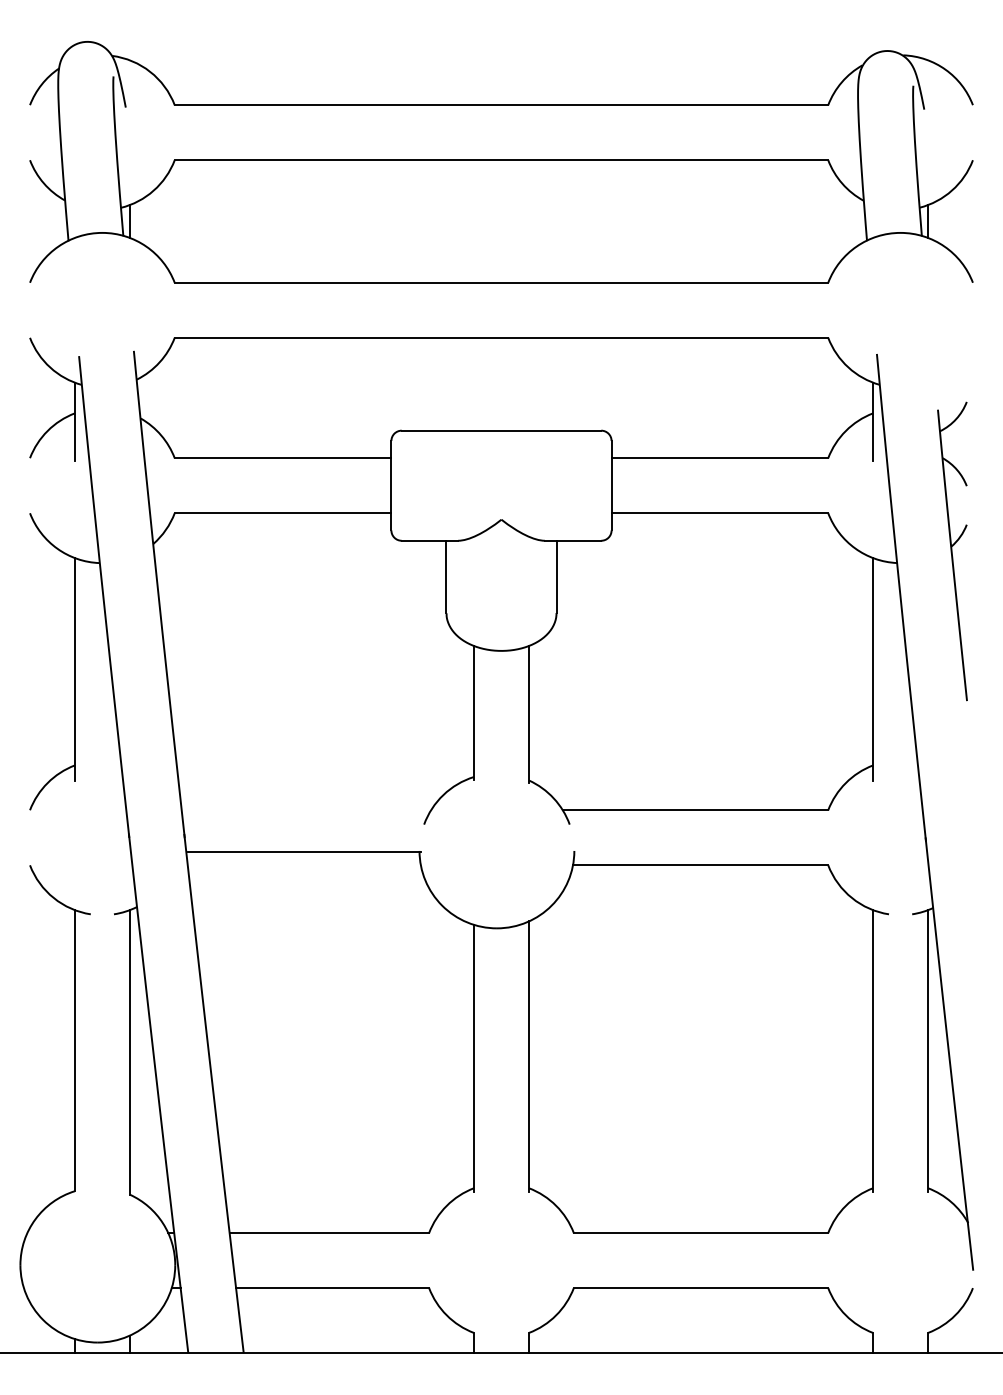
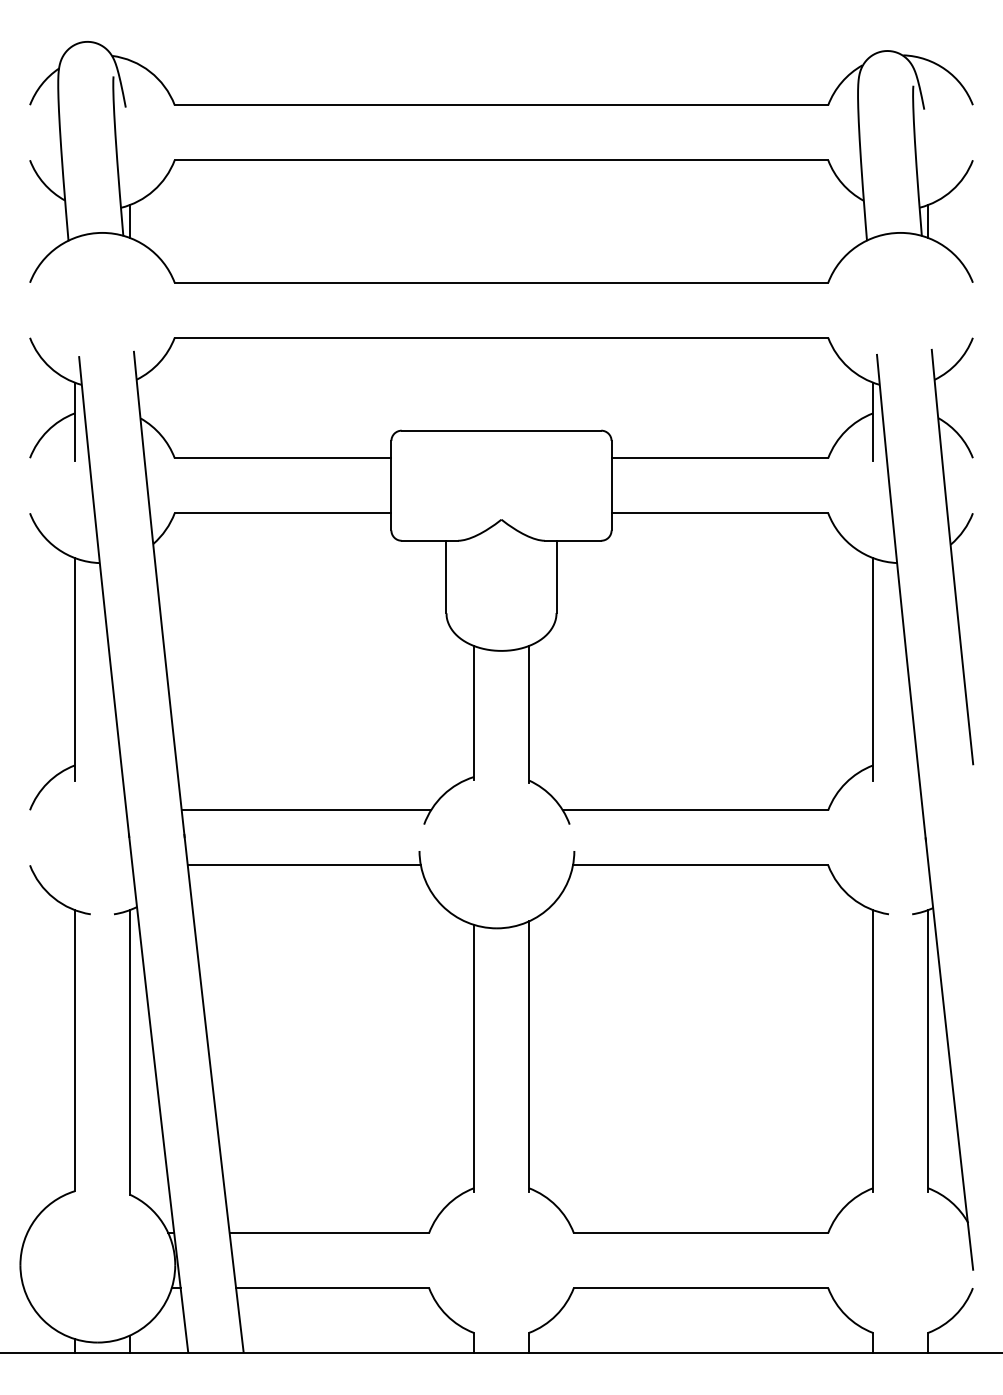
part at (952, 551) size: 31x301 px -> 45x429 px
line at (306, 810): none -> present
line at (303, 852) position: (303, 852) -> (303, 865)
